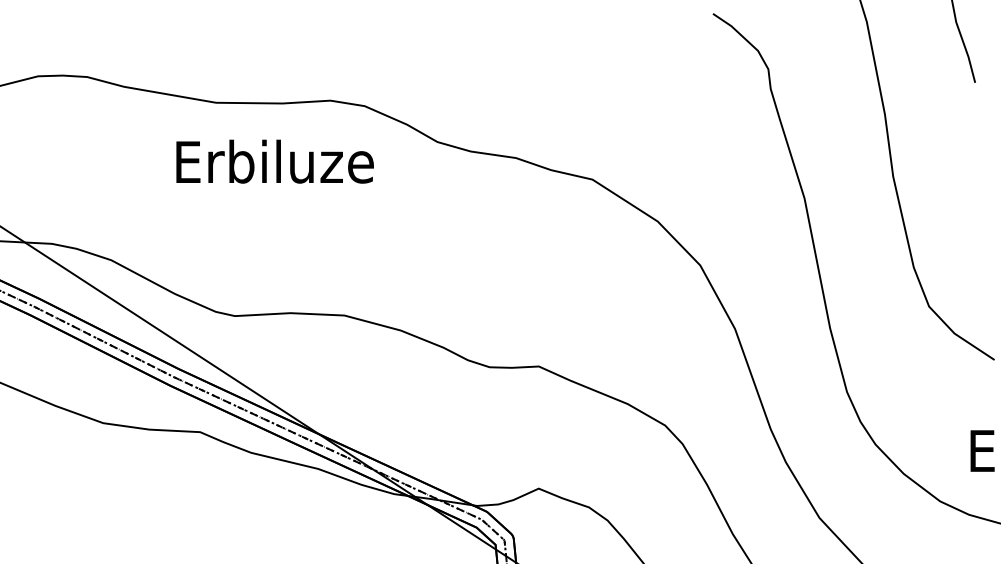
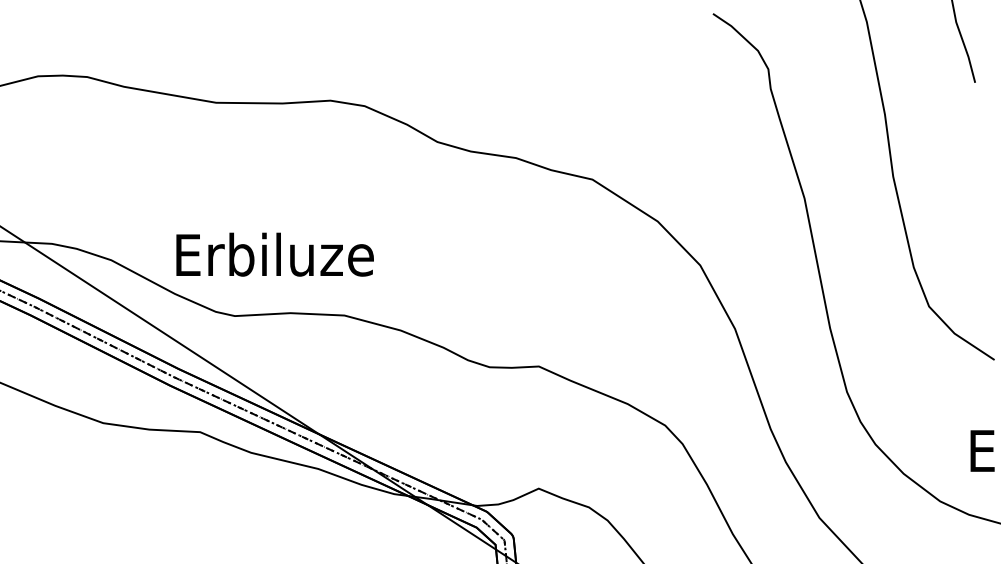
text at (274, 161) position: (274, 161) -> (274, 254)
